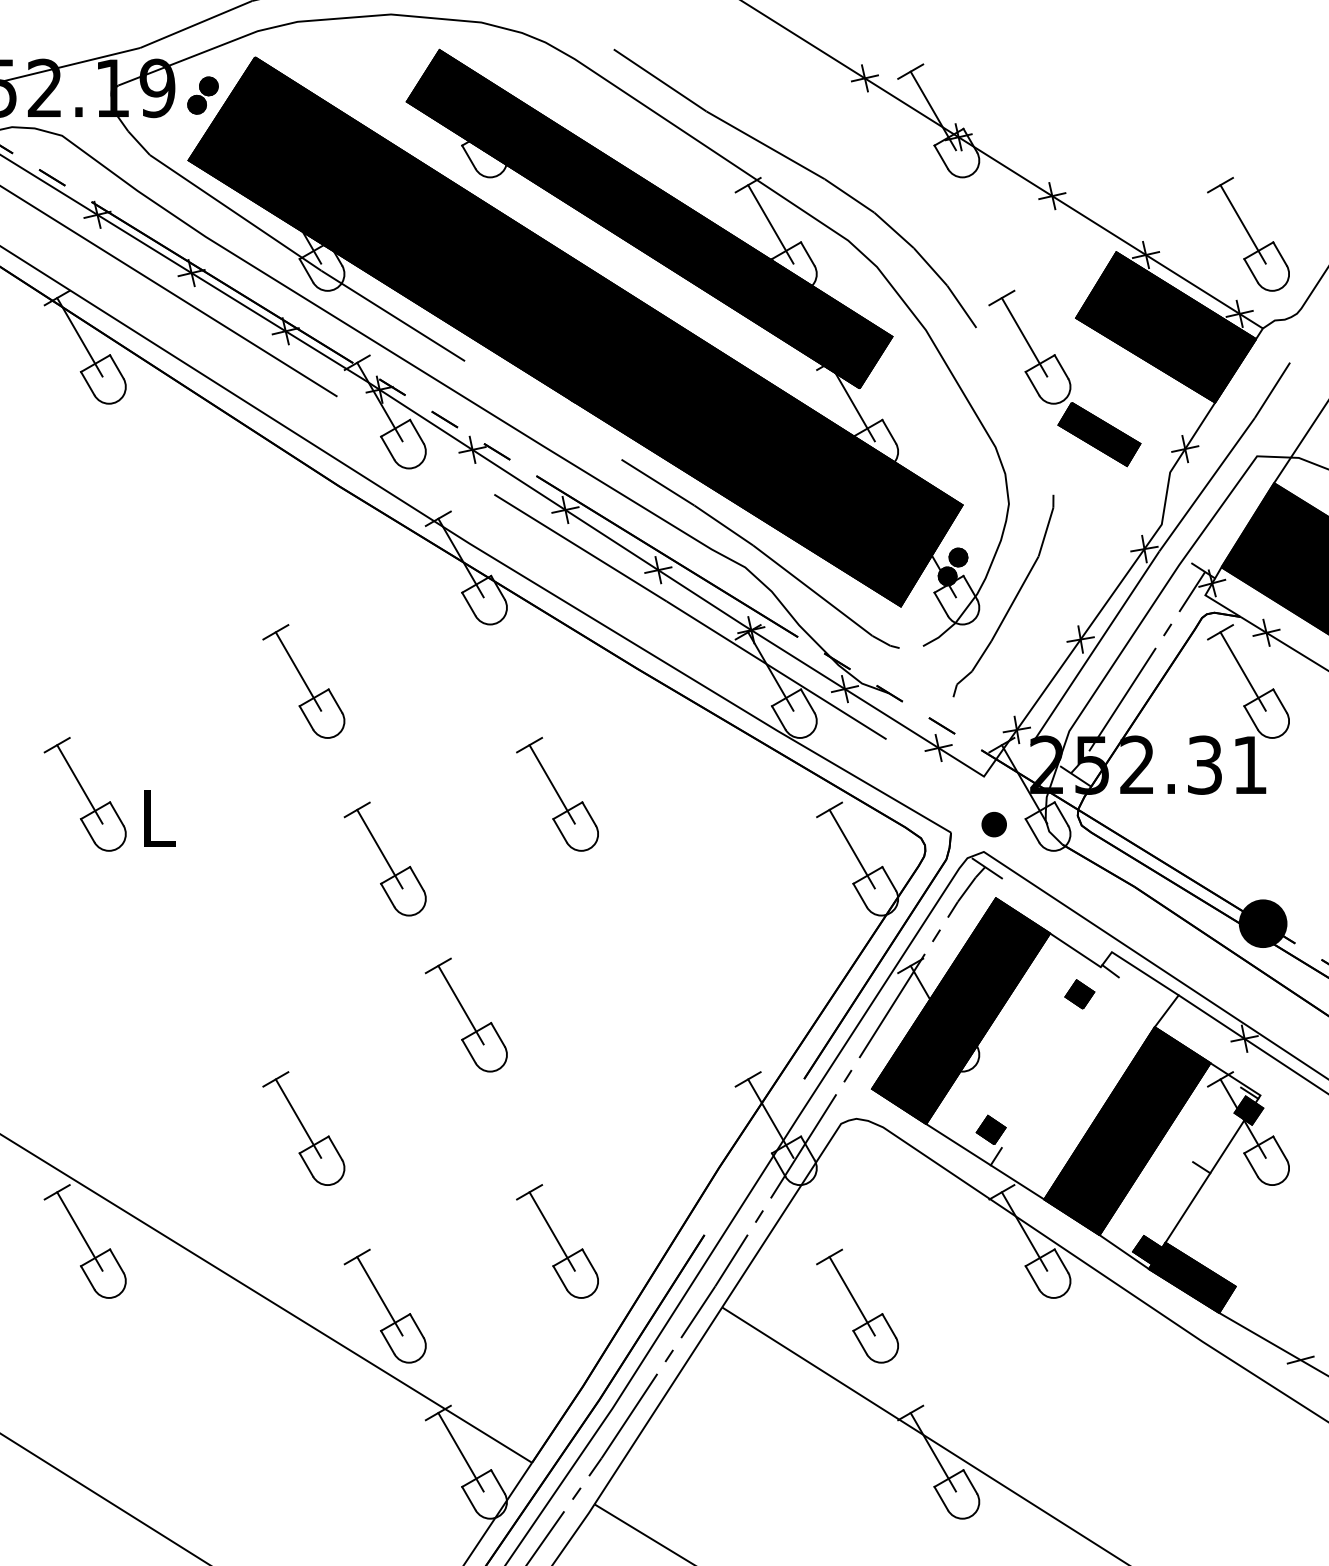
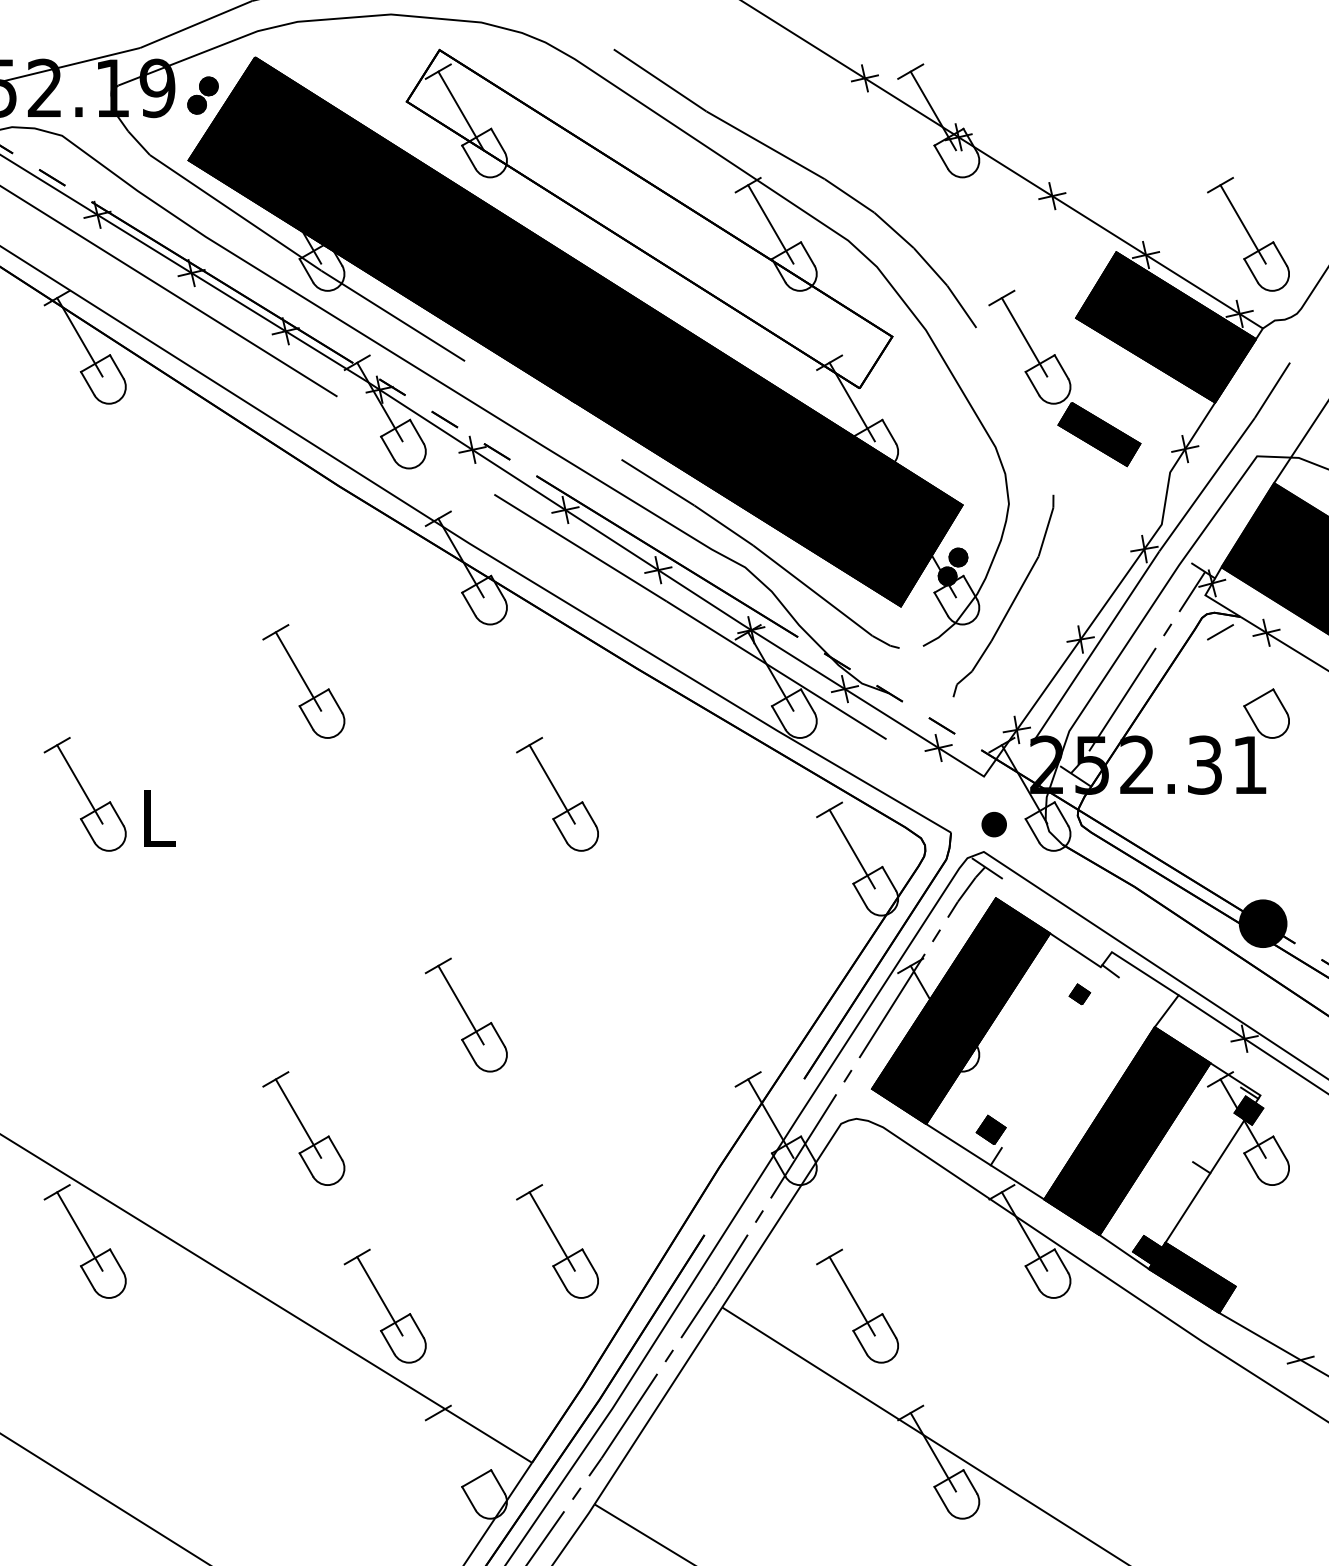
fill at (649, 219): present -> none
line at (1242, 671): present -> none
part at (384, 858): present -> none
part at (1079, 994) size: 32x31 px -> 24x23 px
line at (460, 1452): present -> none
